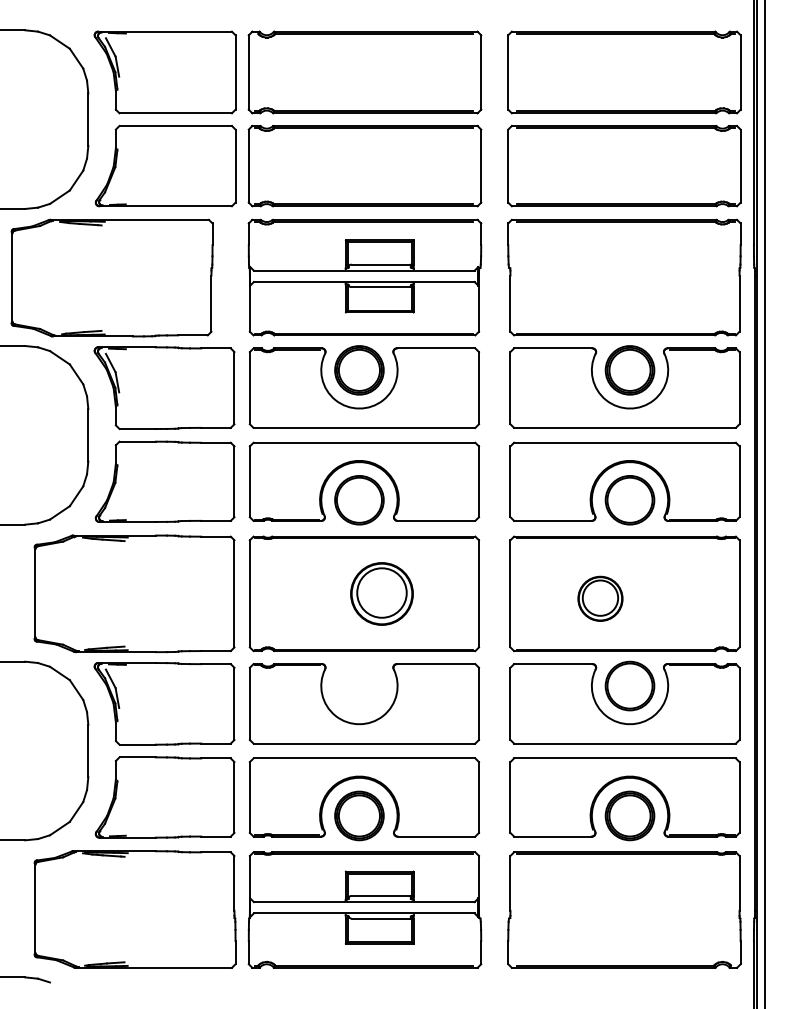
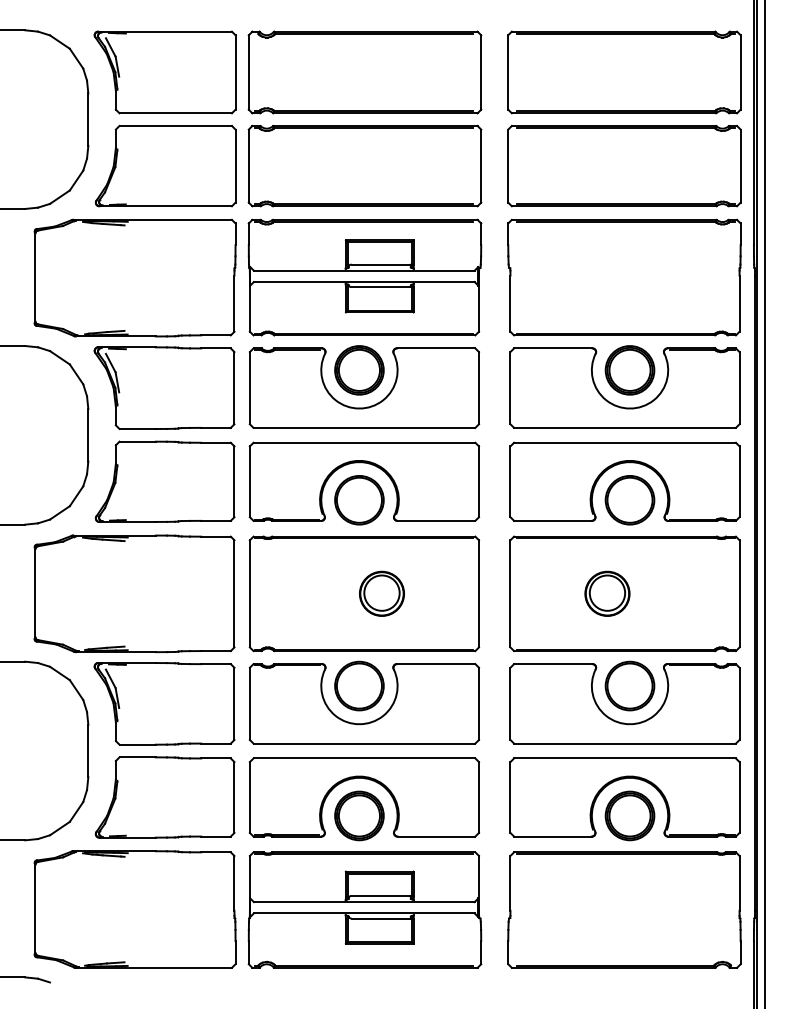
part at (111, 277) position: (111, 277) -> (134, 277)
part at (381, 593) size: 64x64 px -> 46x47 px
part at (600, 598) position: (600, 598) -> (607, 593)
part at (359, 685): none -> present
